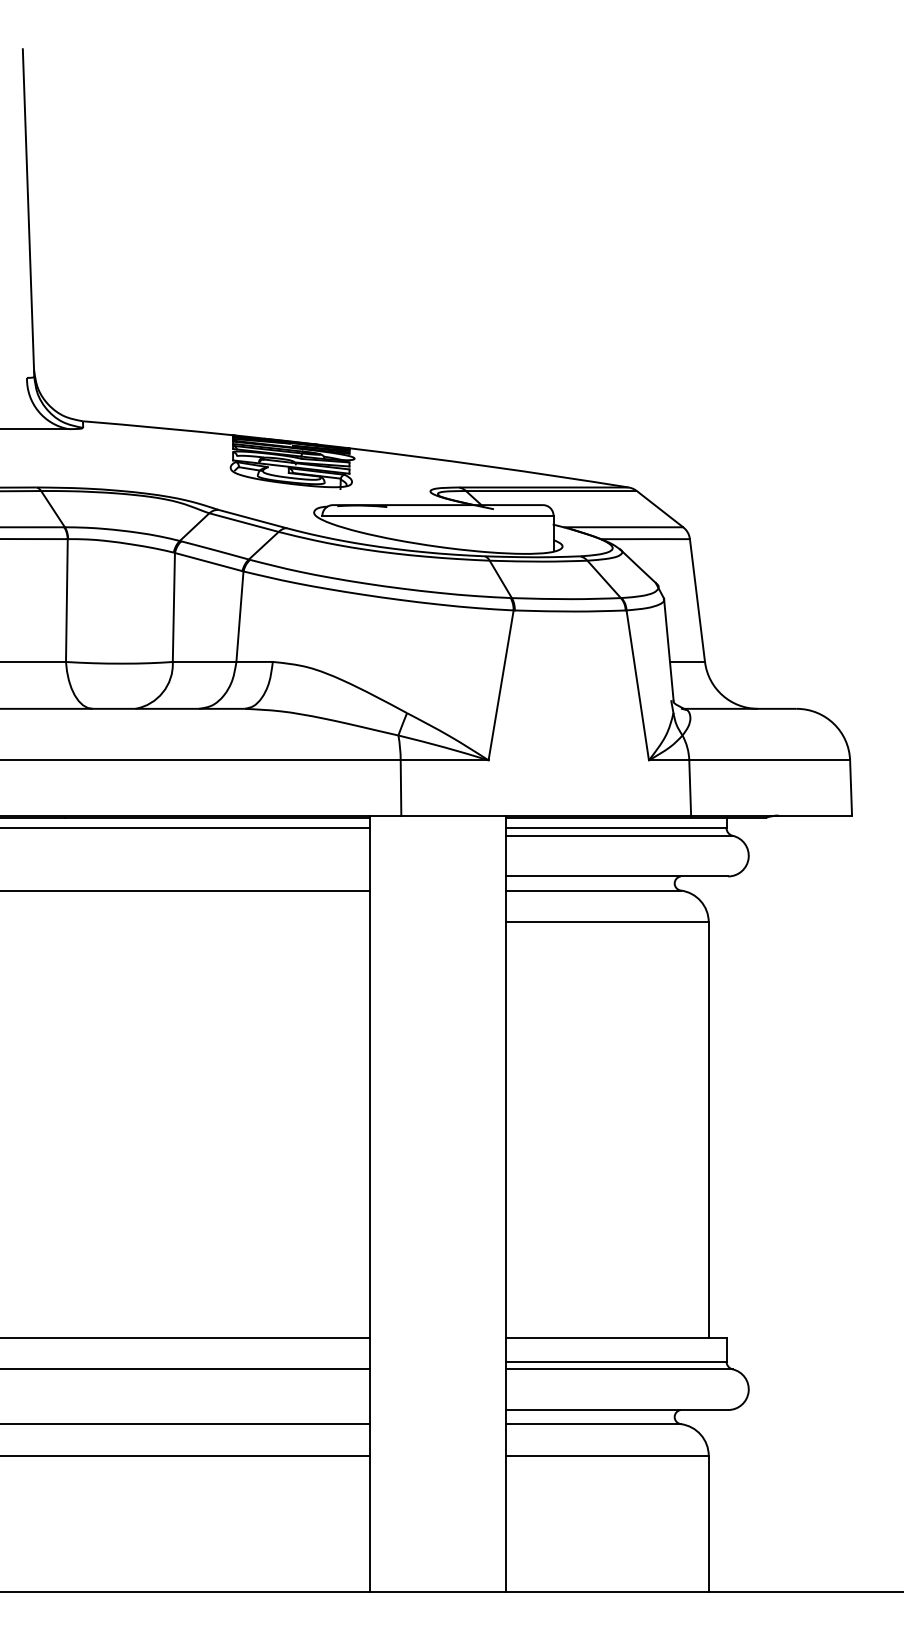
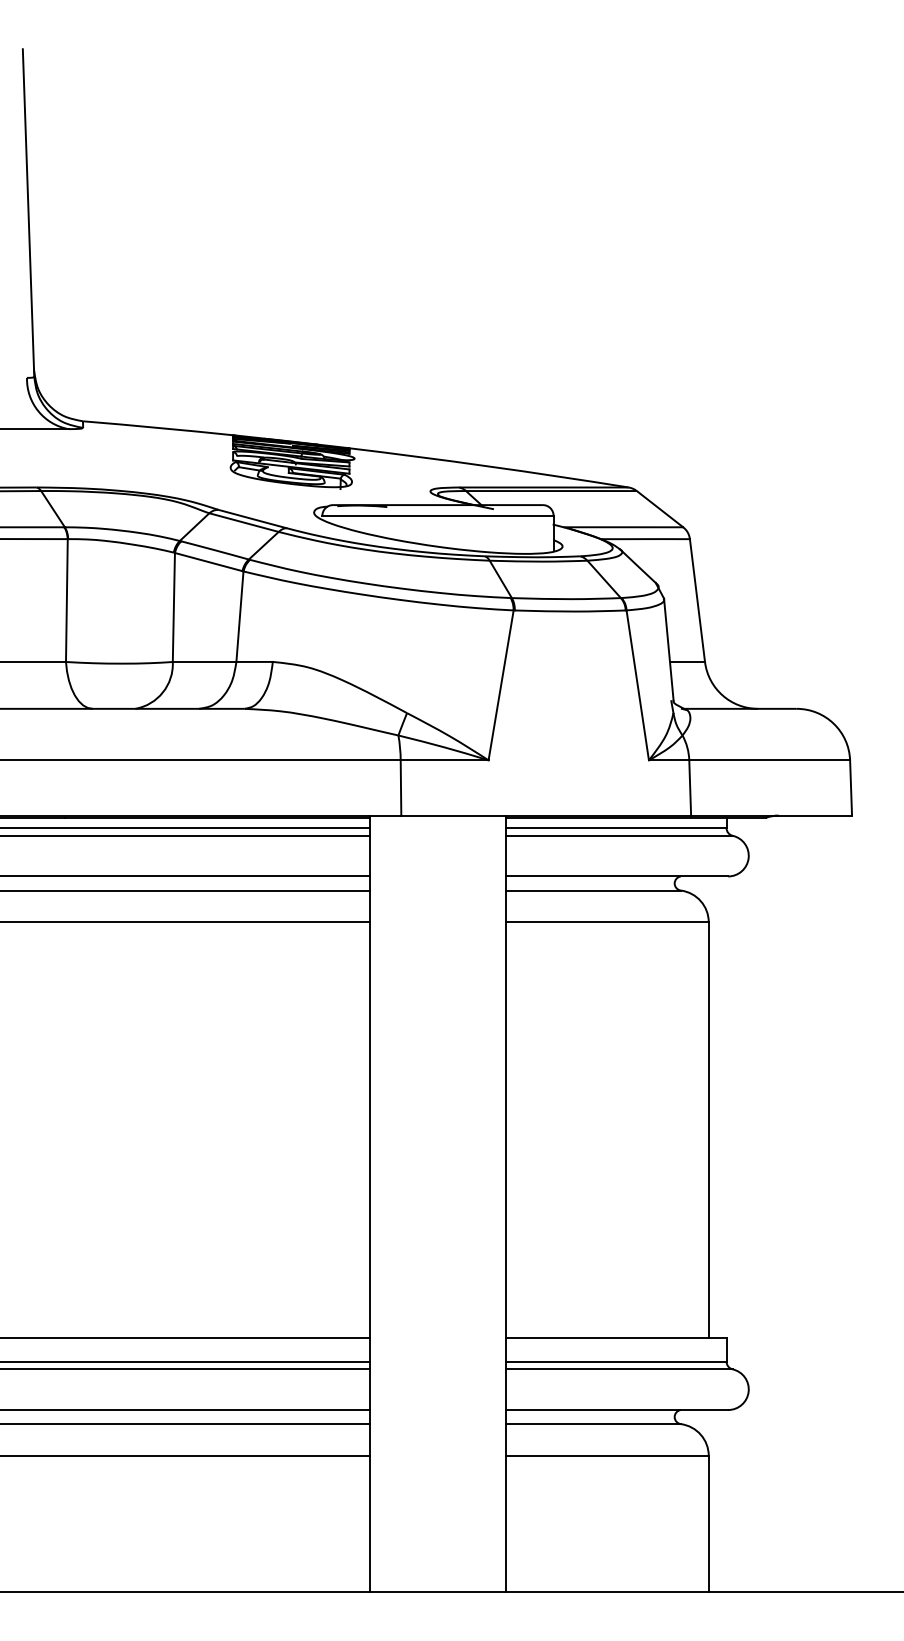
line at (186, 835): none -> present
line at (186, 876): none -> present
line at (186, 922): none -> present
line at (186, 1361): none -> present
line at (186, 1410): none -> present
